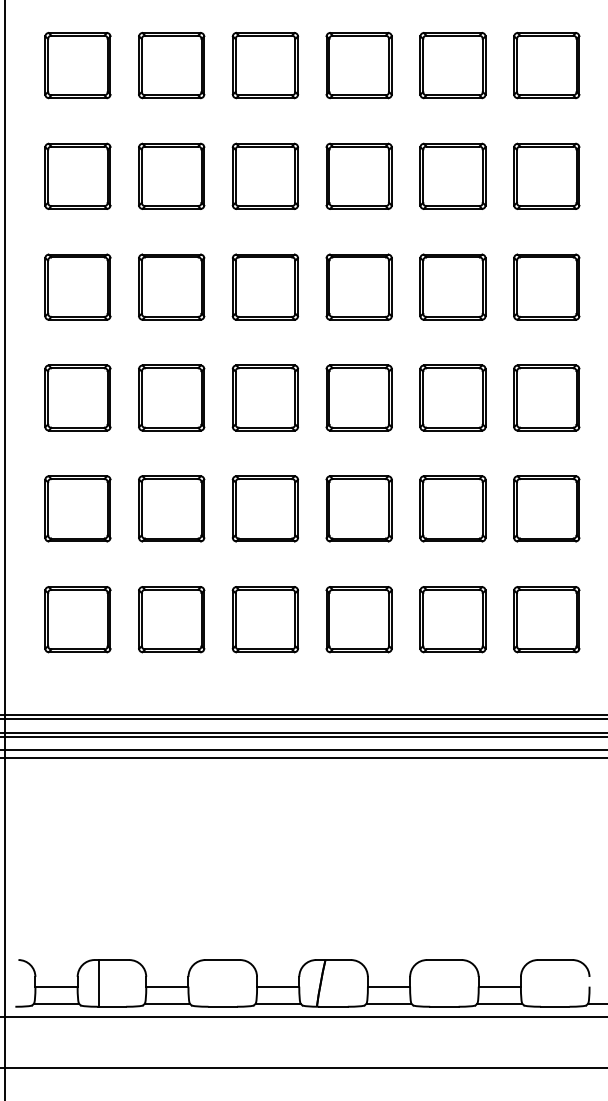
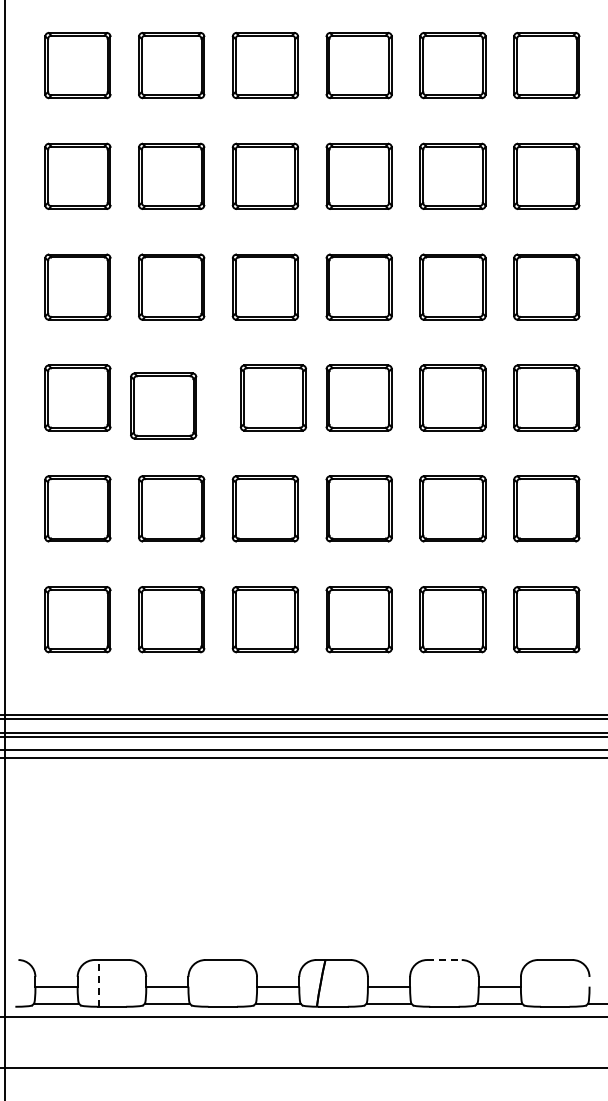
part at (171, 397) position: (171, 397) -> (163, 405)
part at (264, 397) position: (264, 397) -> (272, 397)
line at (444, 960): solid -> dashed
line at (99, 982): solid -> dashed
